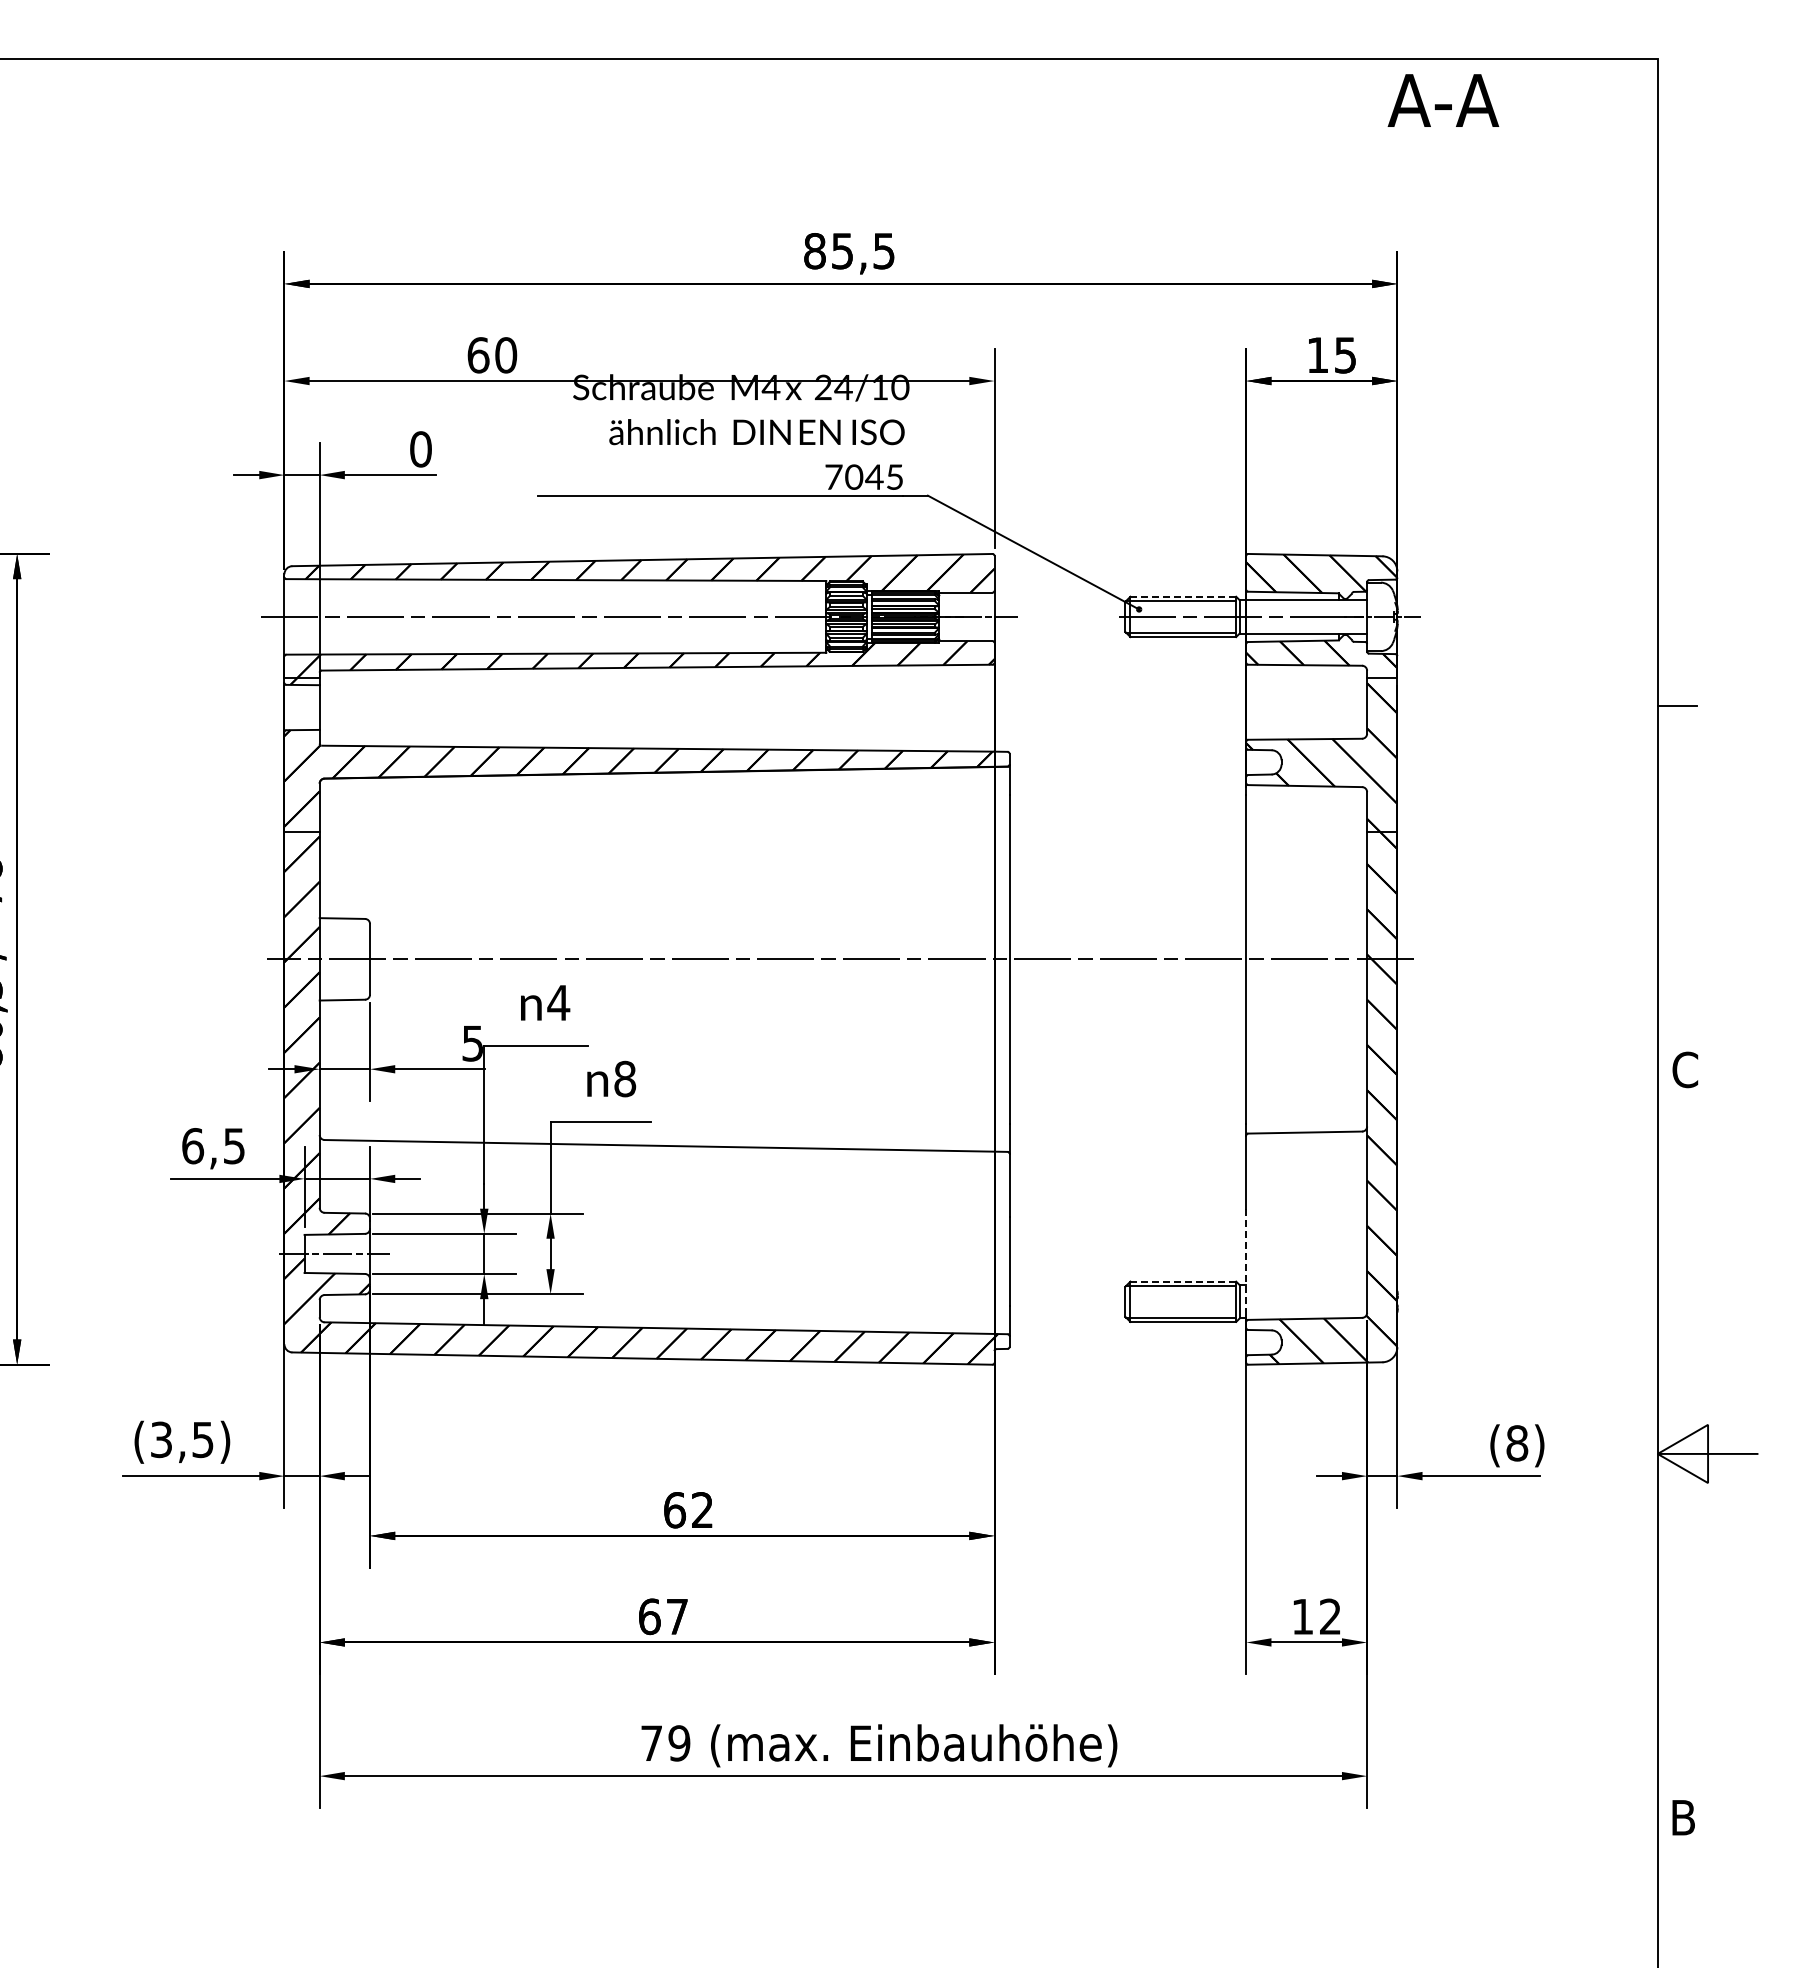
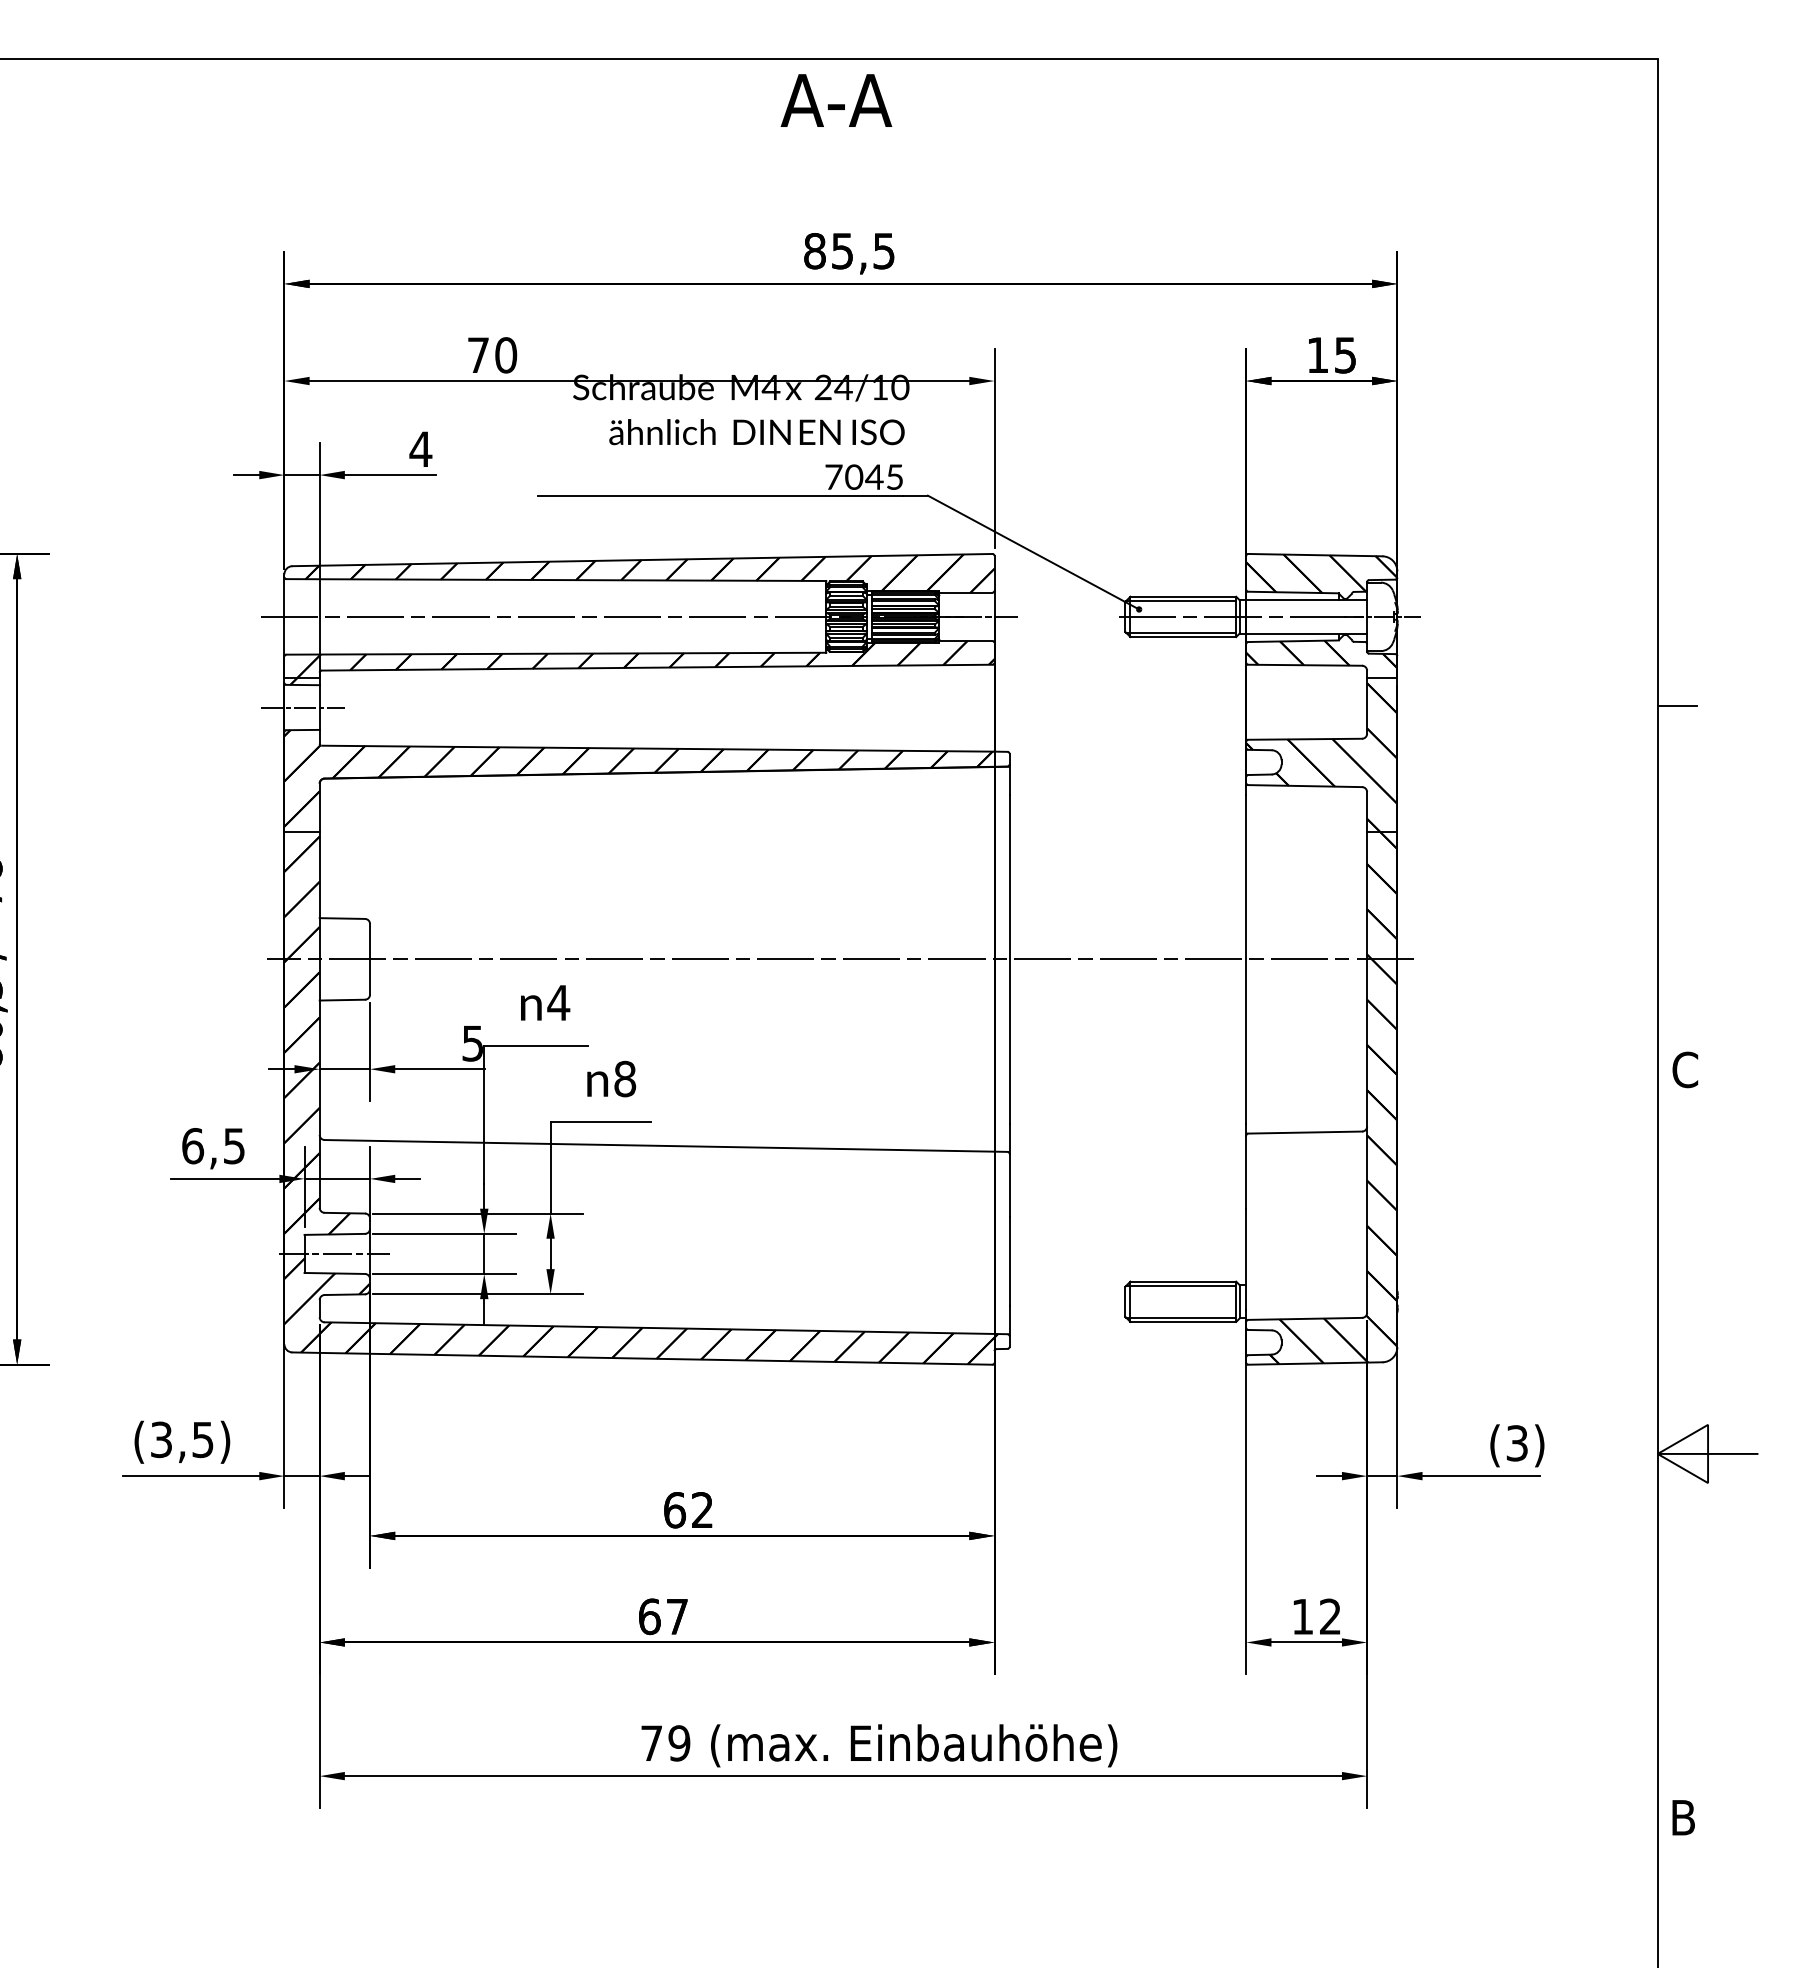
text at (1443, 100) position: (1443, 100) -> (836, 100)
text at (478, 355): 60 -> 70
text at (420, 449): 0 -> 4
line at (1183, 596): dashed -> solid
line at (302, 707): none -> present
line at (1246, 1259): dashed -> solid
line at (1183, 1281): dashed -> solid
text at (1517, 1443): (8) -> (3)
